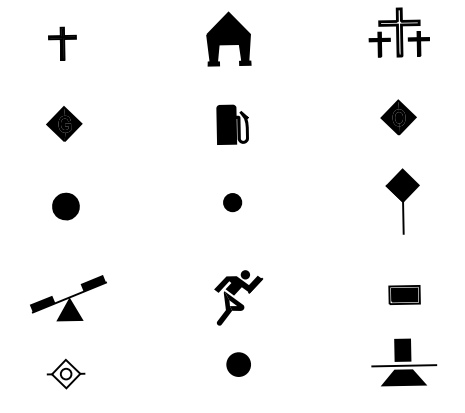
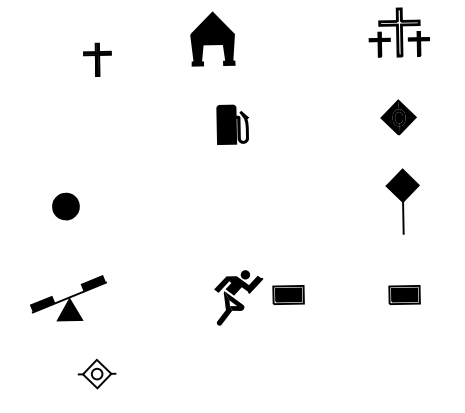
part at (228, 38) position: (228, 38) -> (212, 38)
part at (62, 43) position: (62, 43) -> (97, 59)
part at (64, 123): present -> none
part at (232, 202): present -> none
part at (288, 294): none -> present
part at (404, 362): present -> none
part at (238, 364): present -> none
part at (65, 373) position: (65, 373) -> (96, 373)
